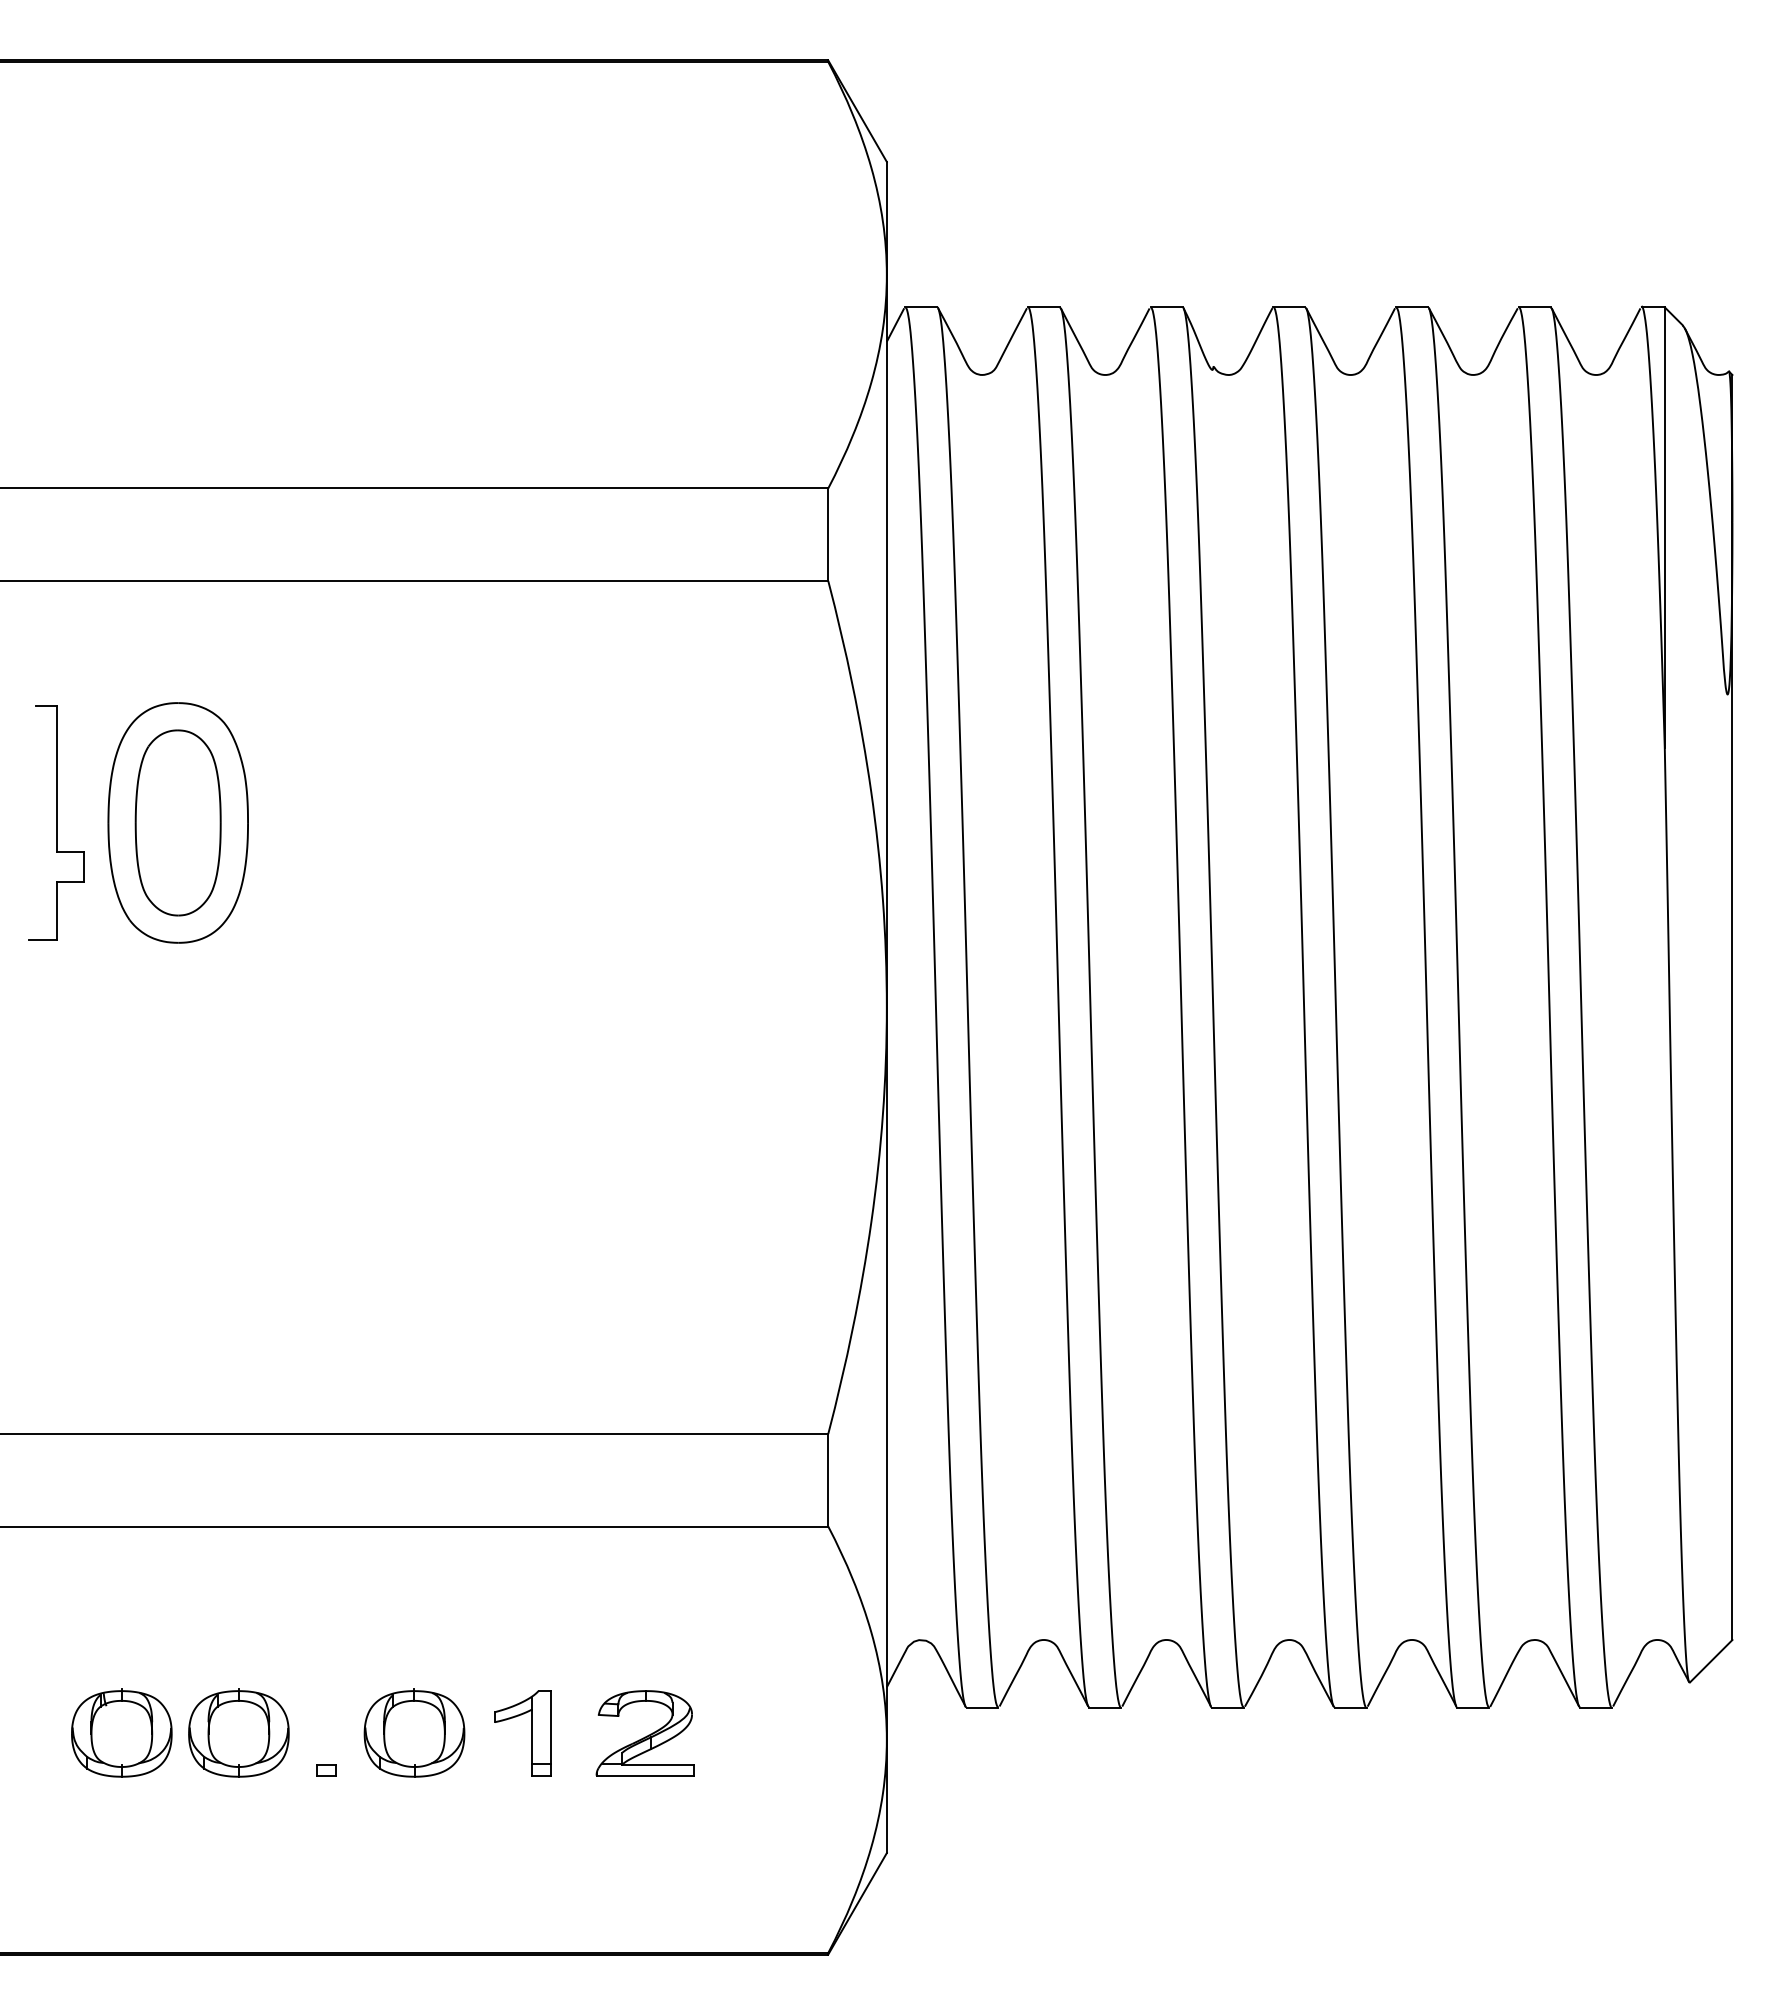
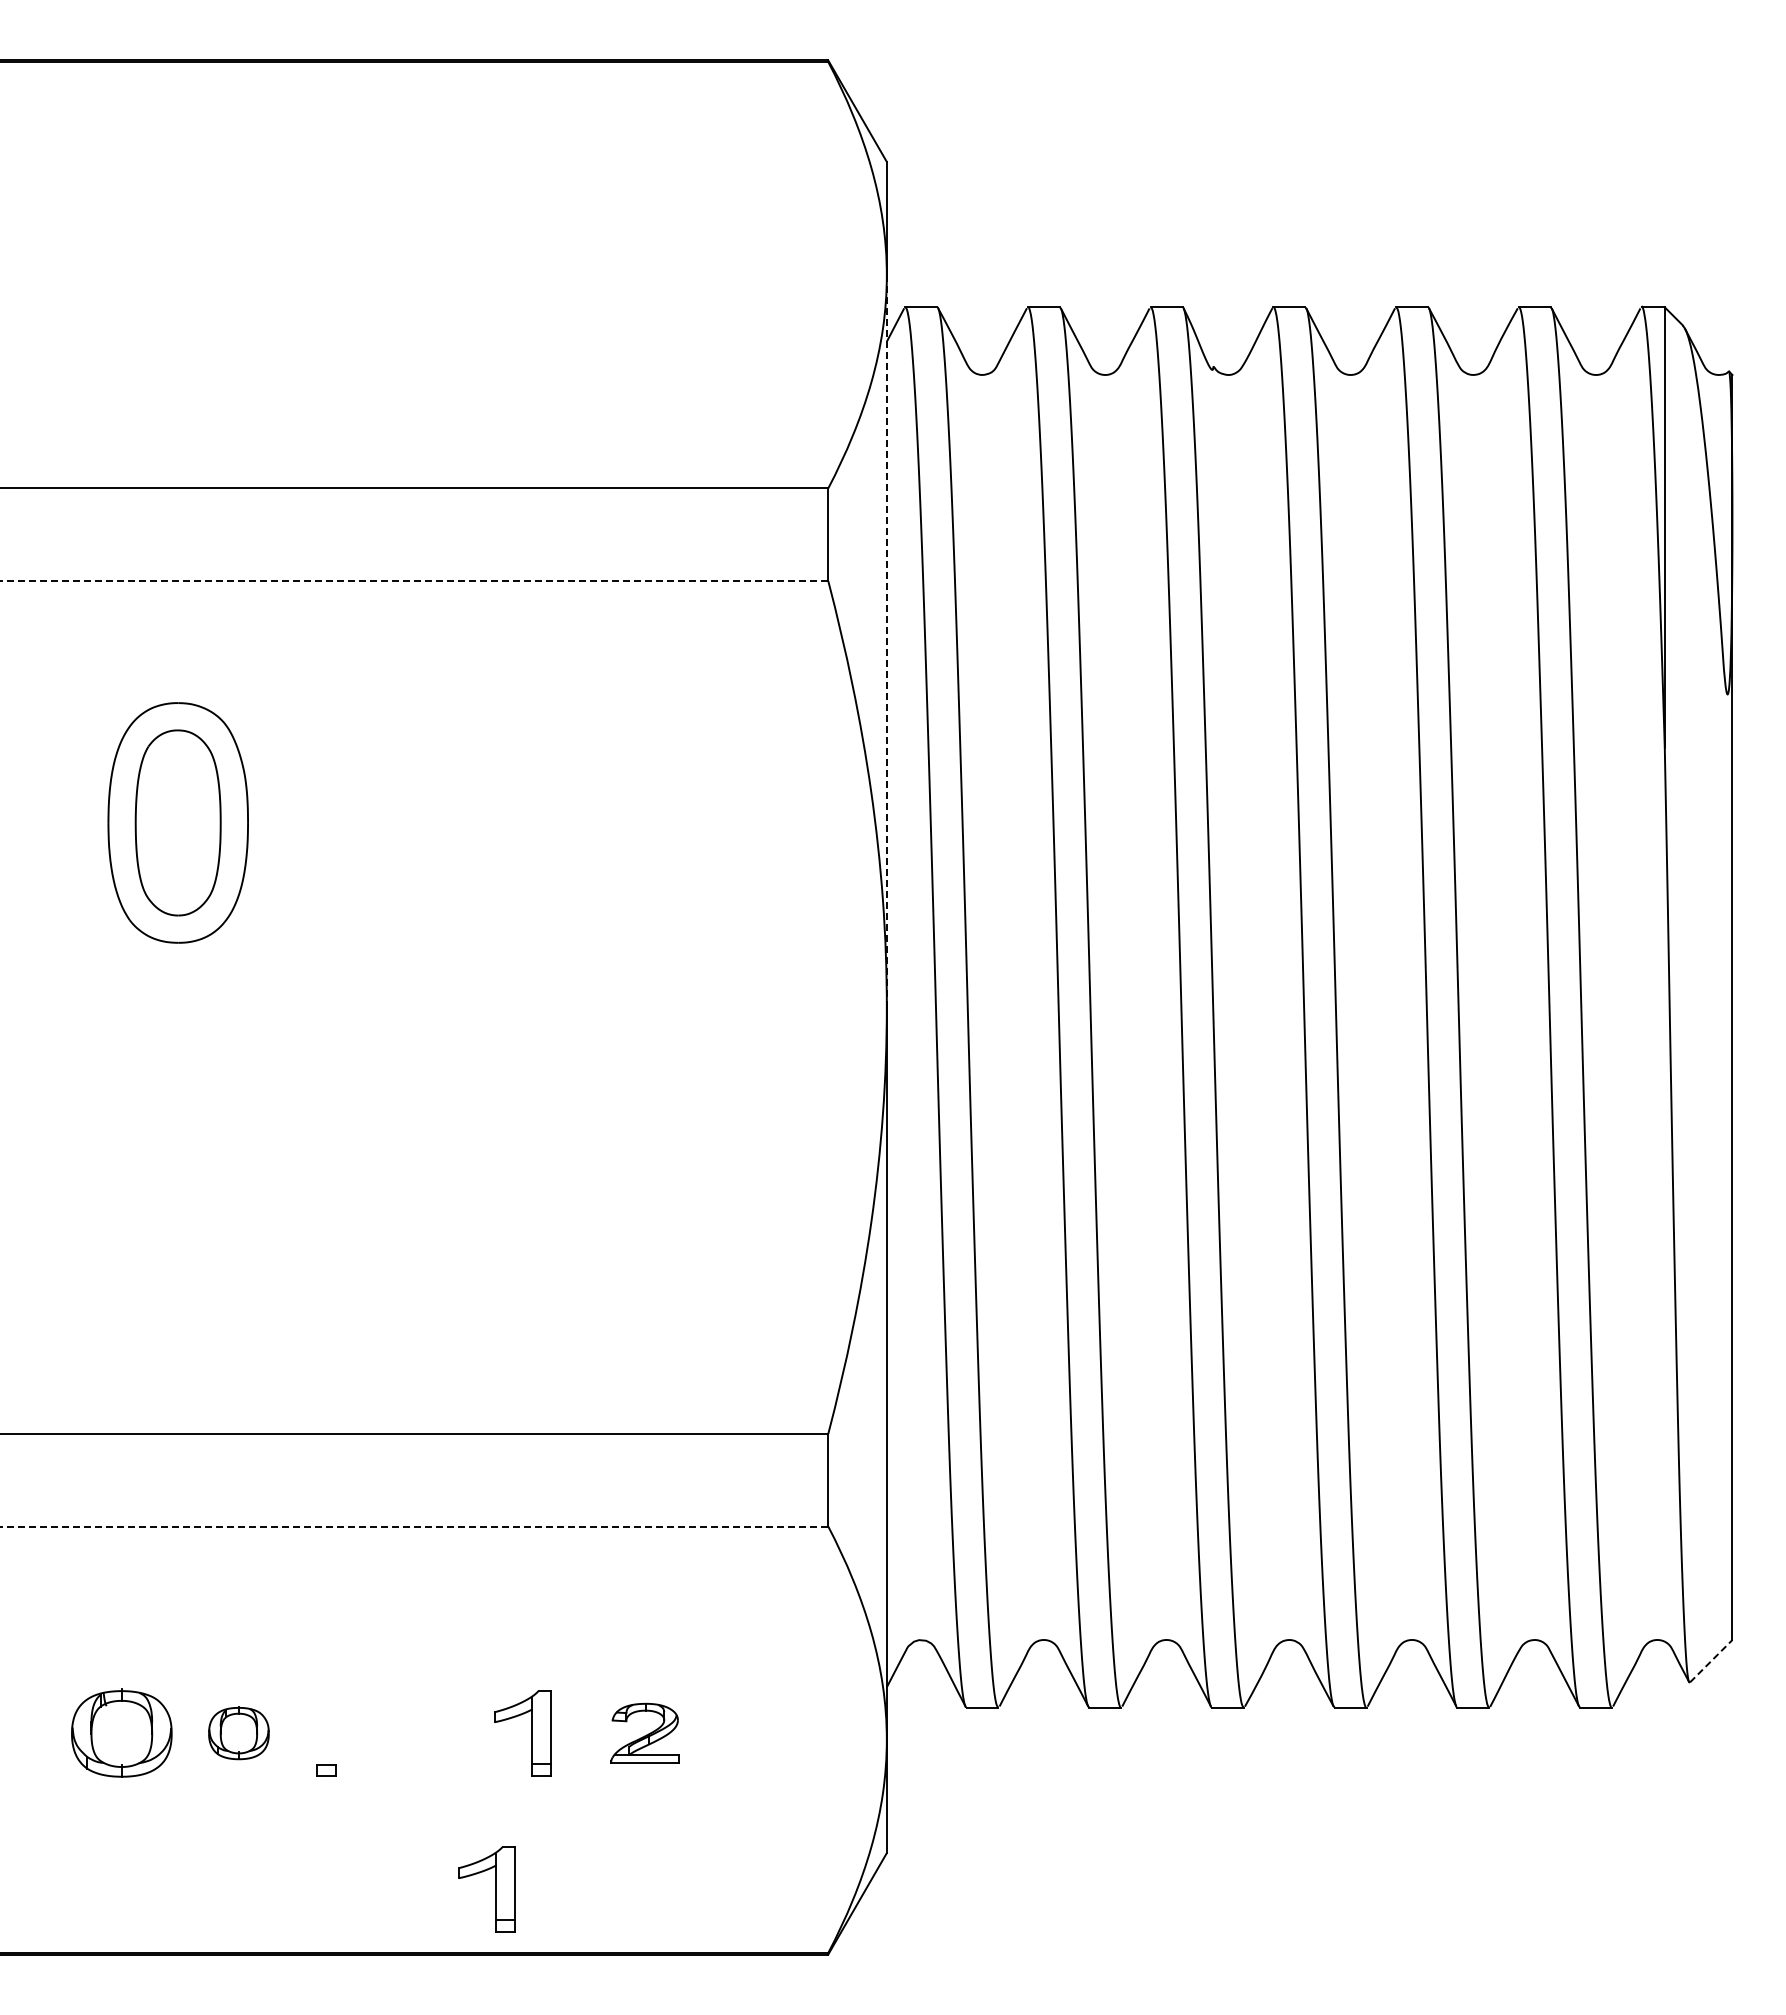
line at (414, 580): solid -> dashed
line at (886, 641): solid -> dashed
part at (56, 822): present -> none
line at (414, 1526): solid -> dashed
line at (1711, 1661): solid -> dashed
part at (238, 1732) size: 102x90 px -> 62x55 px
part at (414, 1732): present -> none
part at (644, 1733) size: 100x87 px -> 70x62 px
part at (495, 1889): none -> present
